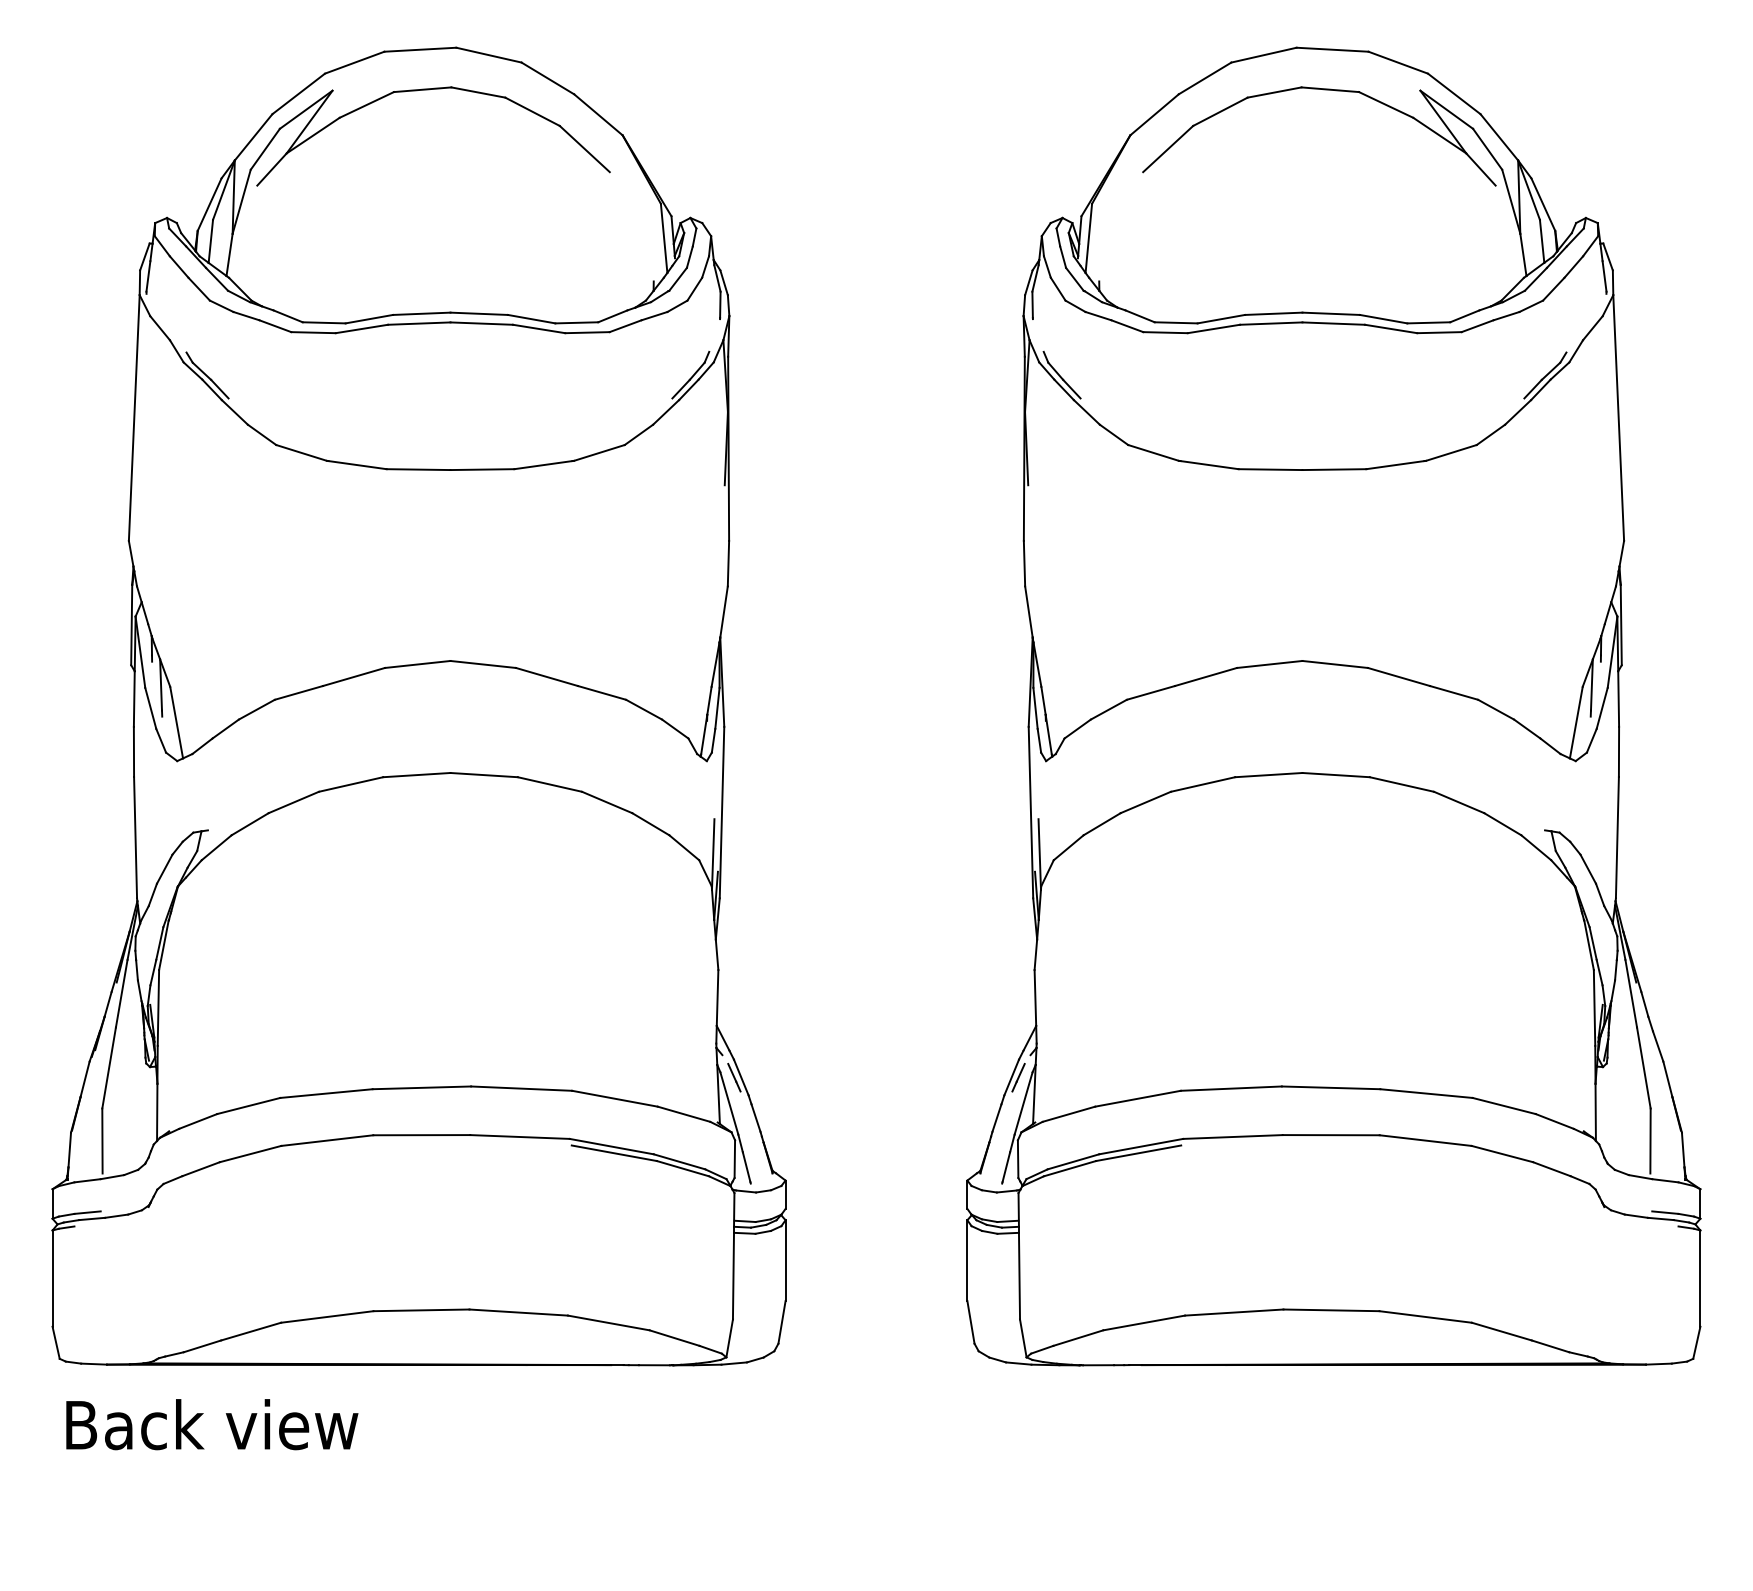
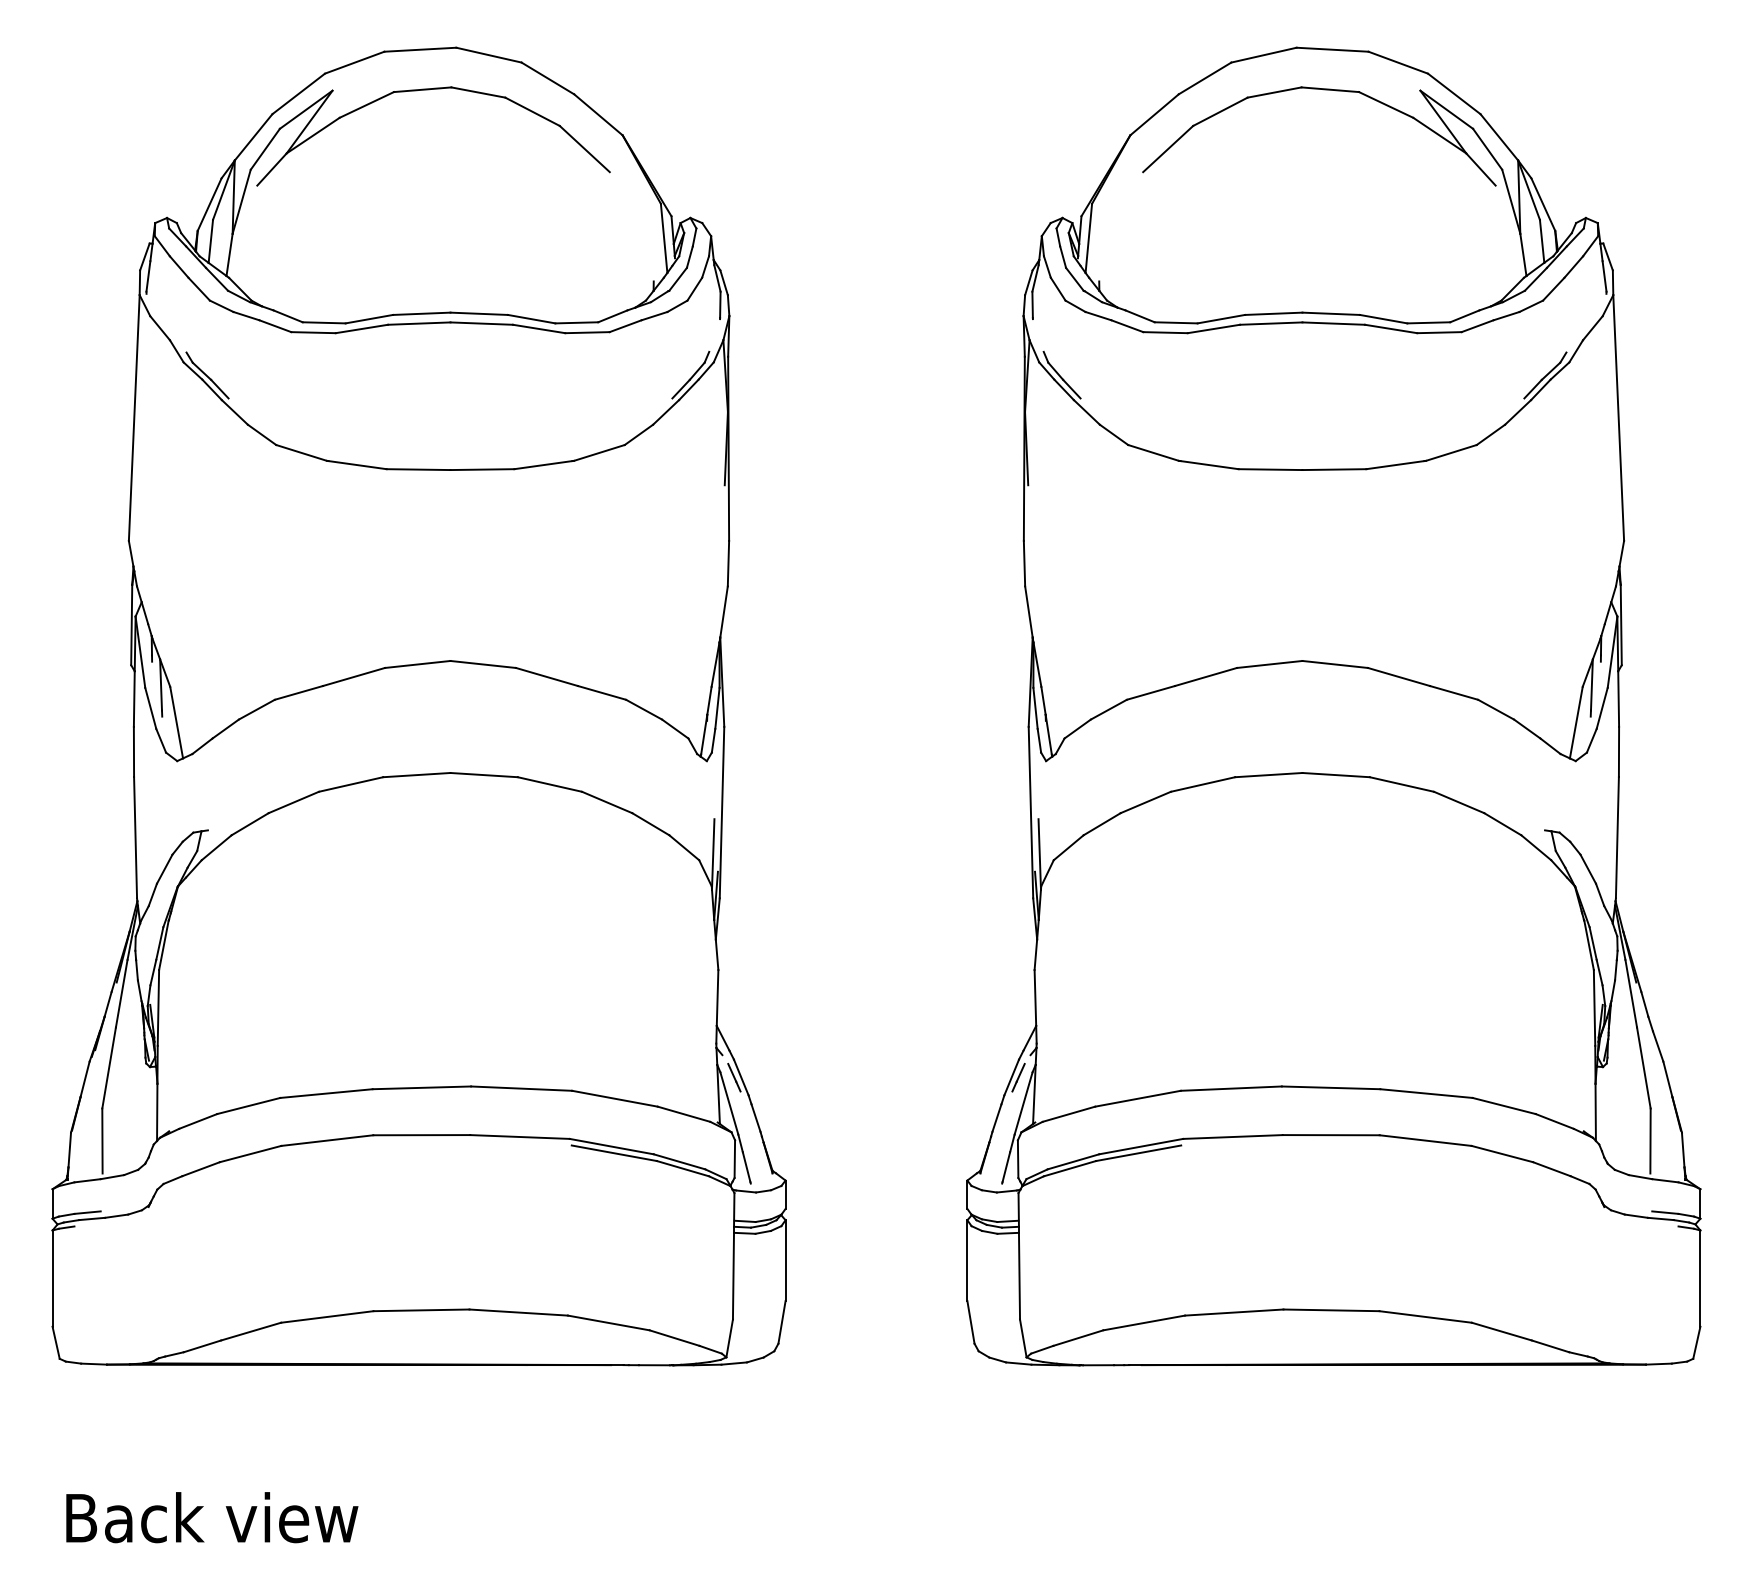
text at (212, 1424) position: (212, 1424) -> (212, 1517)
